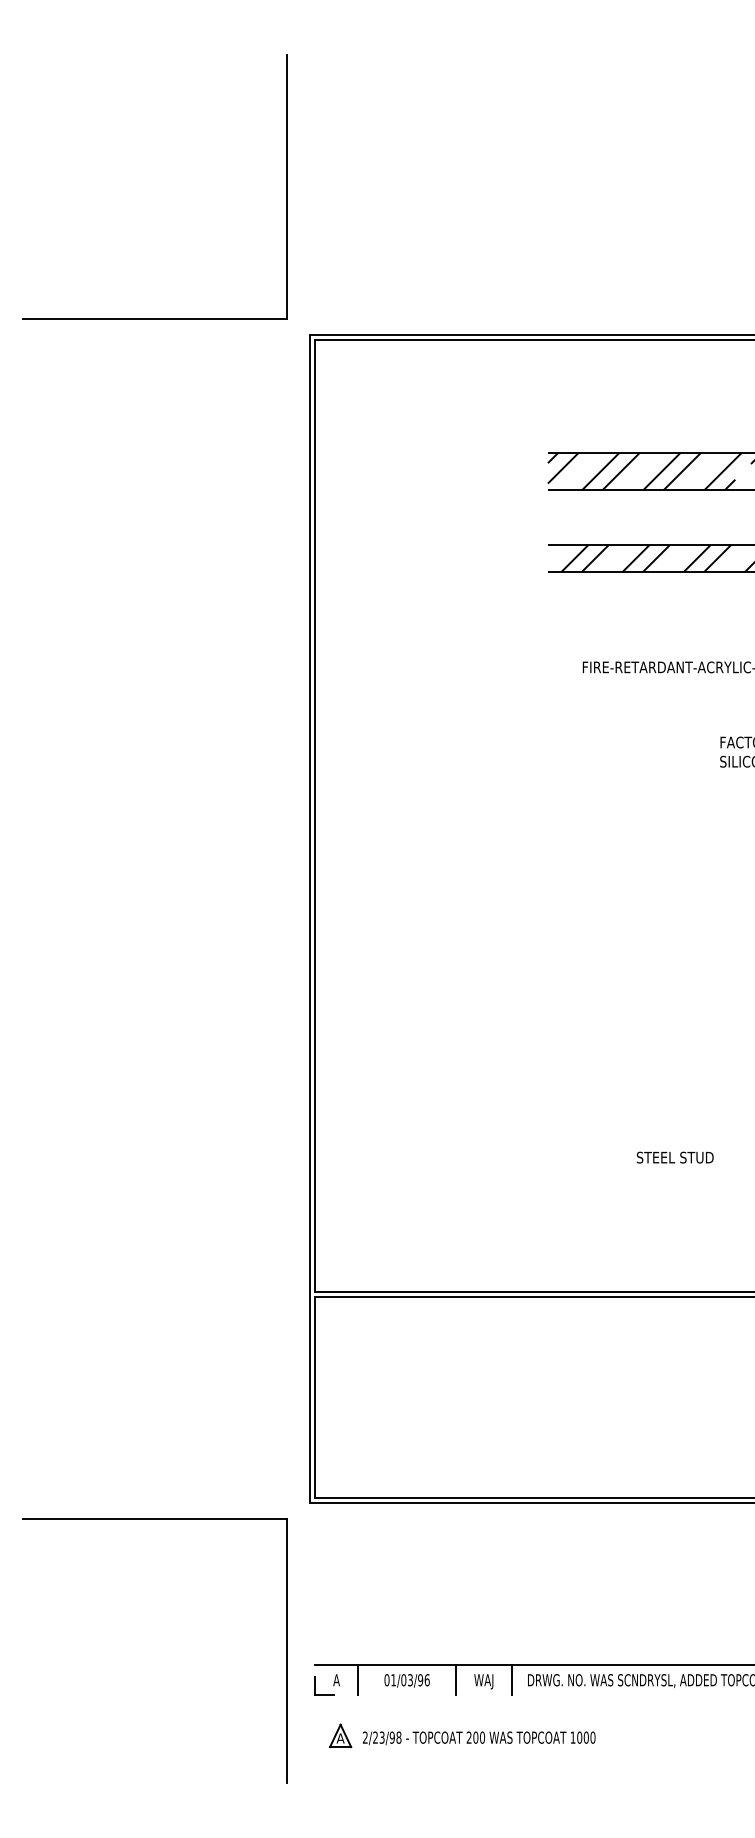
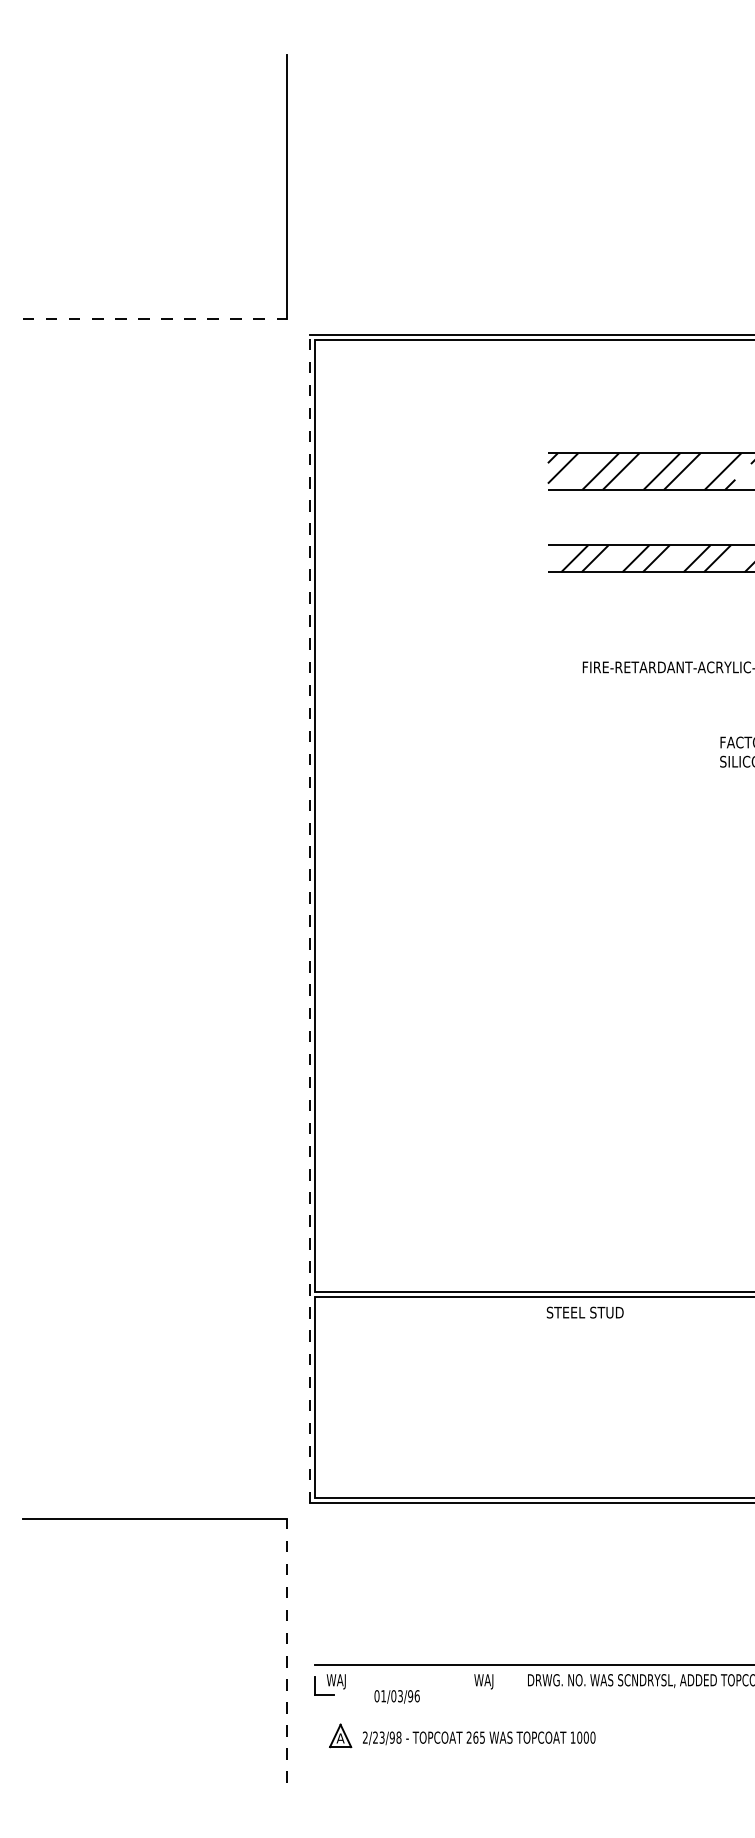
line at (155, 319): solid -> dashed
line at (309, 918): solid -> dashed
text at (674, 1157) position: (674, 1157) -> (584, 1312)
line at (287, 1650): solid -> dashed
line at (357, 1680): present -> none
text at (406, 1680) position: (406, 1680) -> (396, 1696)
line at (456, 1680): present -> none
line at (511, 1680): present -> none
text at (335, 1681): A -> WAJ
text at (479, 1737): 200 -> 265
